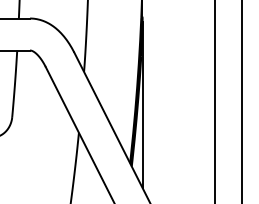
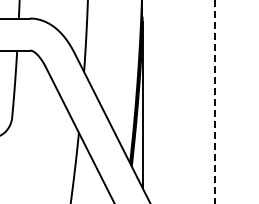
line at (214, 101): solid -> dashed
line at (241, 101): present -> none
